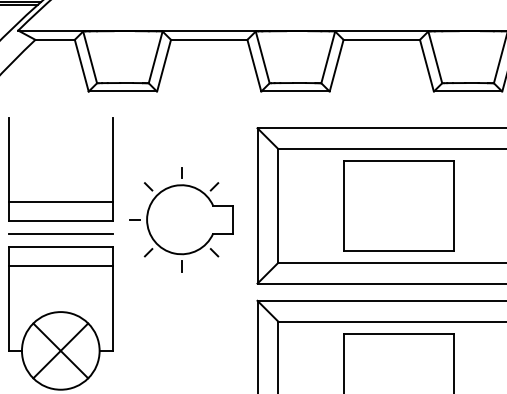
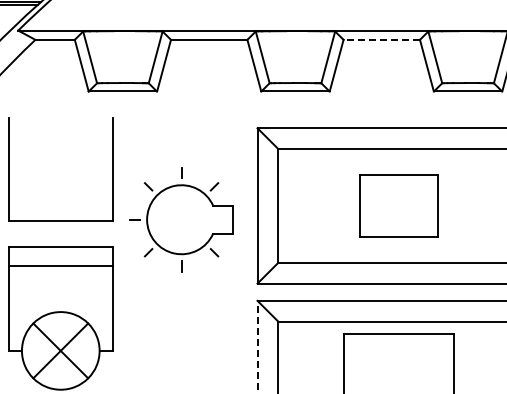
line at (381, 39): solid -> dashed
line at (60, 202): present -> none
part at (398, 205) size: 112x92 px -> 80x64 px
line at (60, 234): present -> none
line at (257, 346): solid -> dashed
